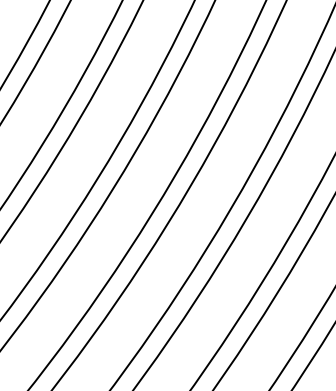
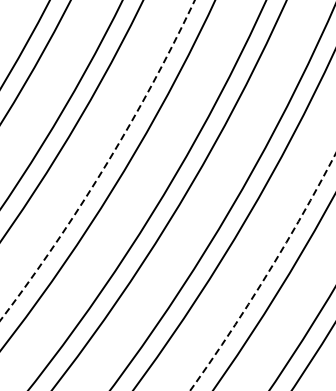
arc at (105, 165): solid -> dashed
arc at (267, 273): solid -> dashed
